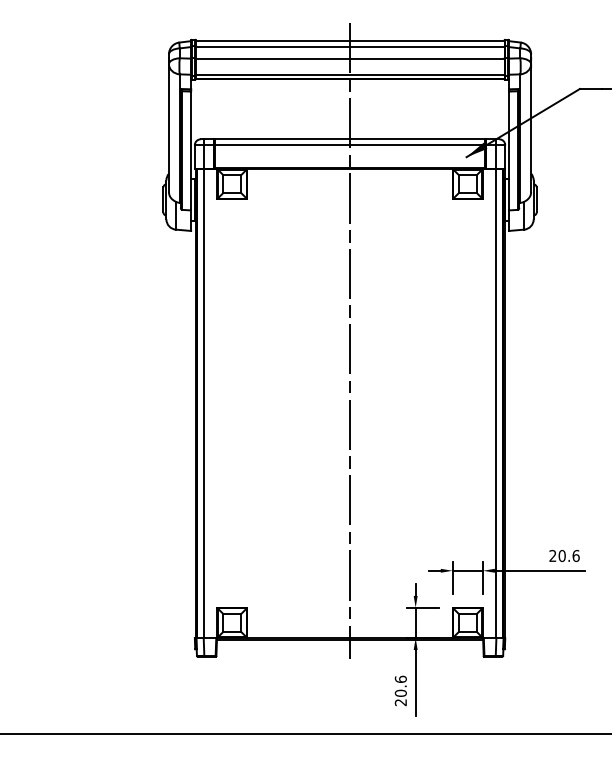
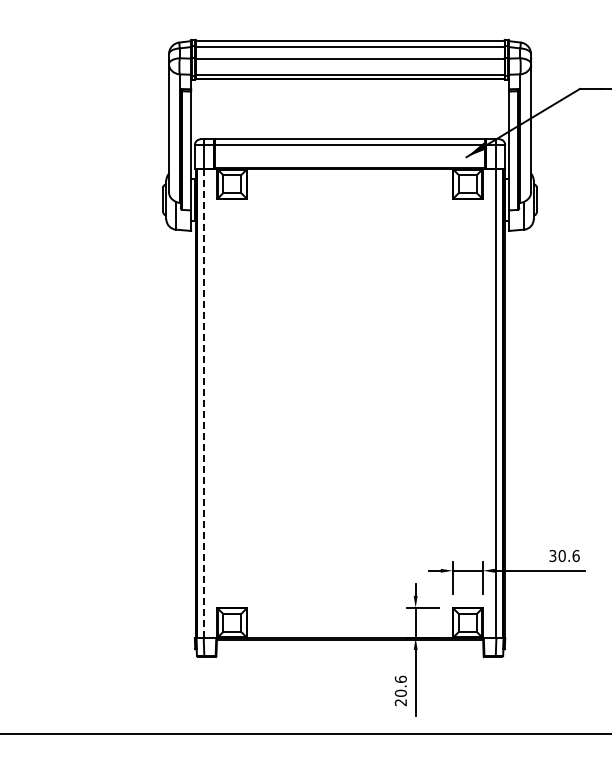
line at (350, 340): present -> none
line at (204, 403): solid -> dashed
text at (552, 556): 20.6 -> 30.6
